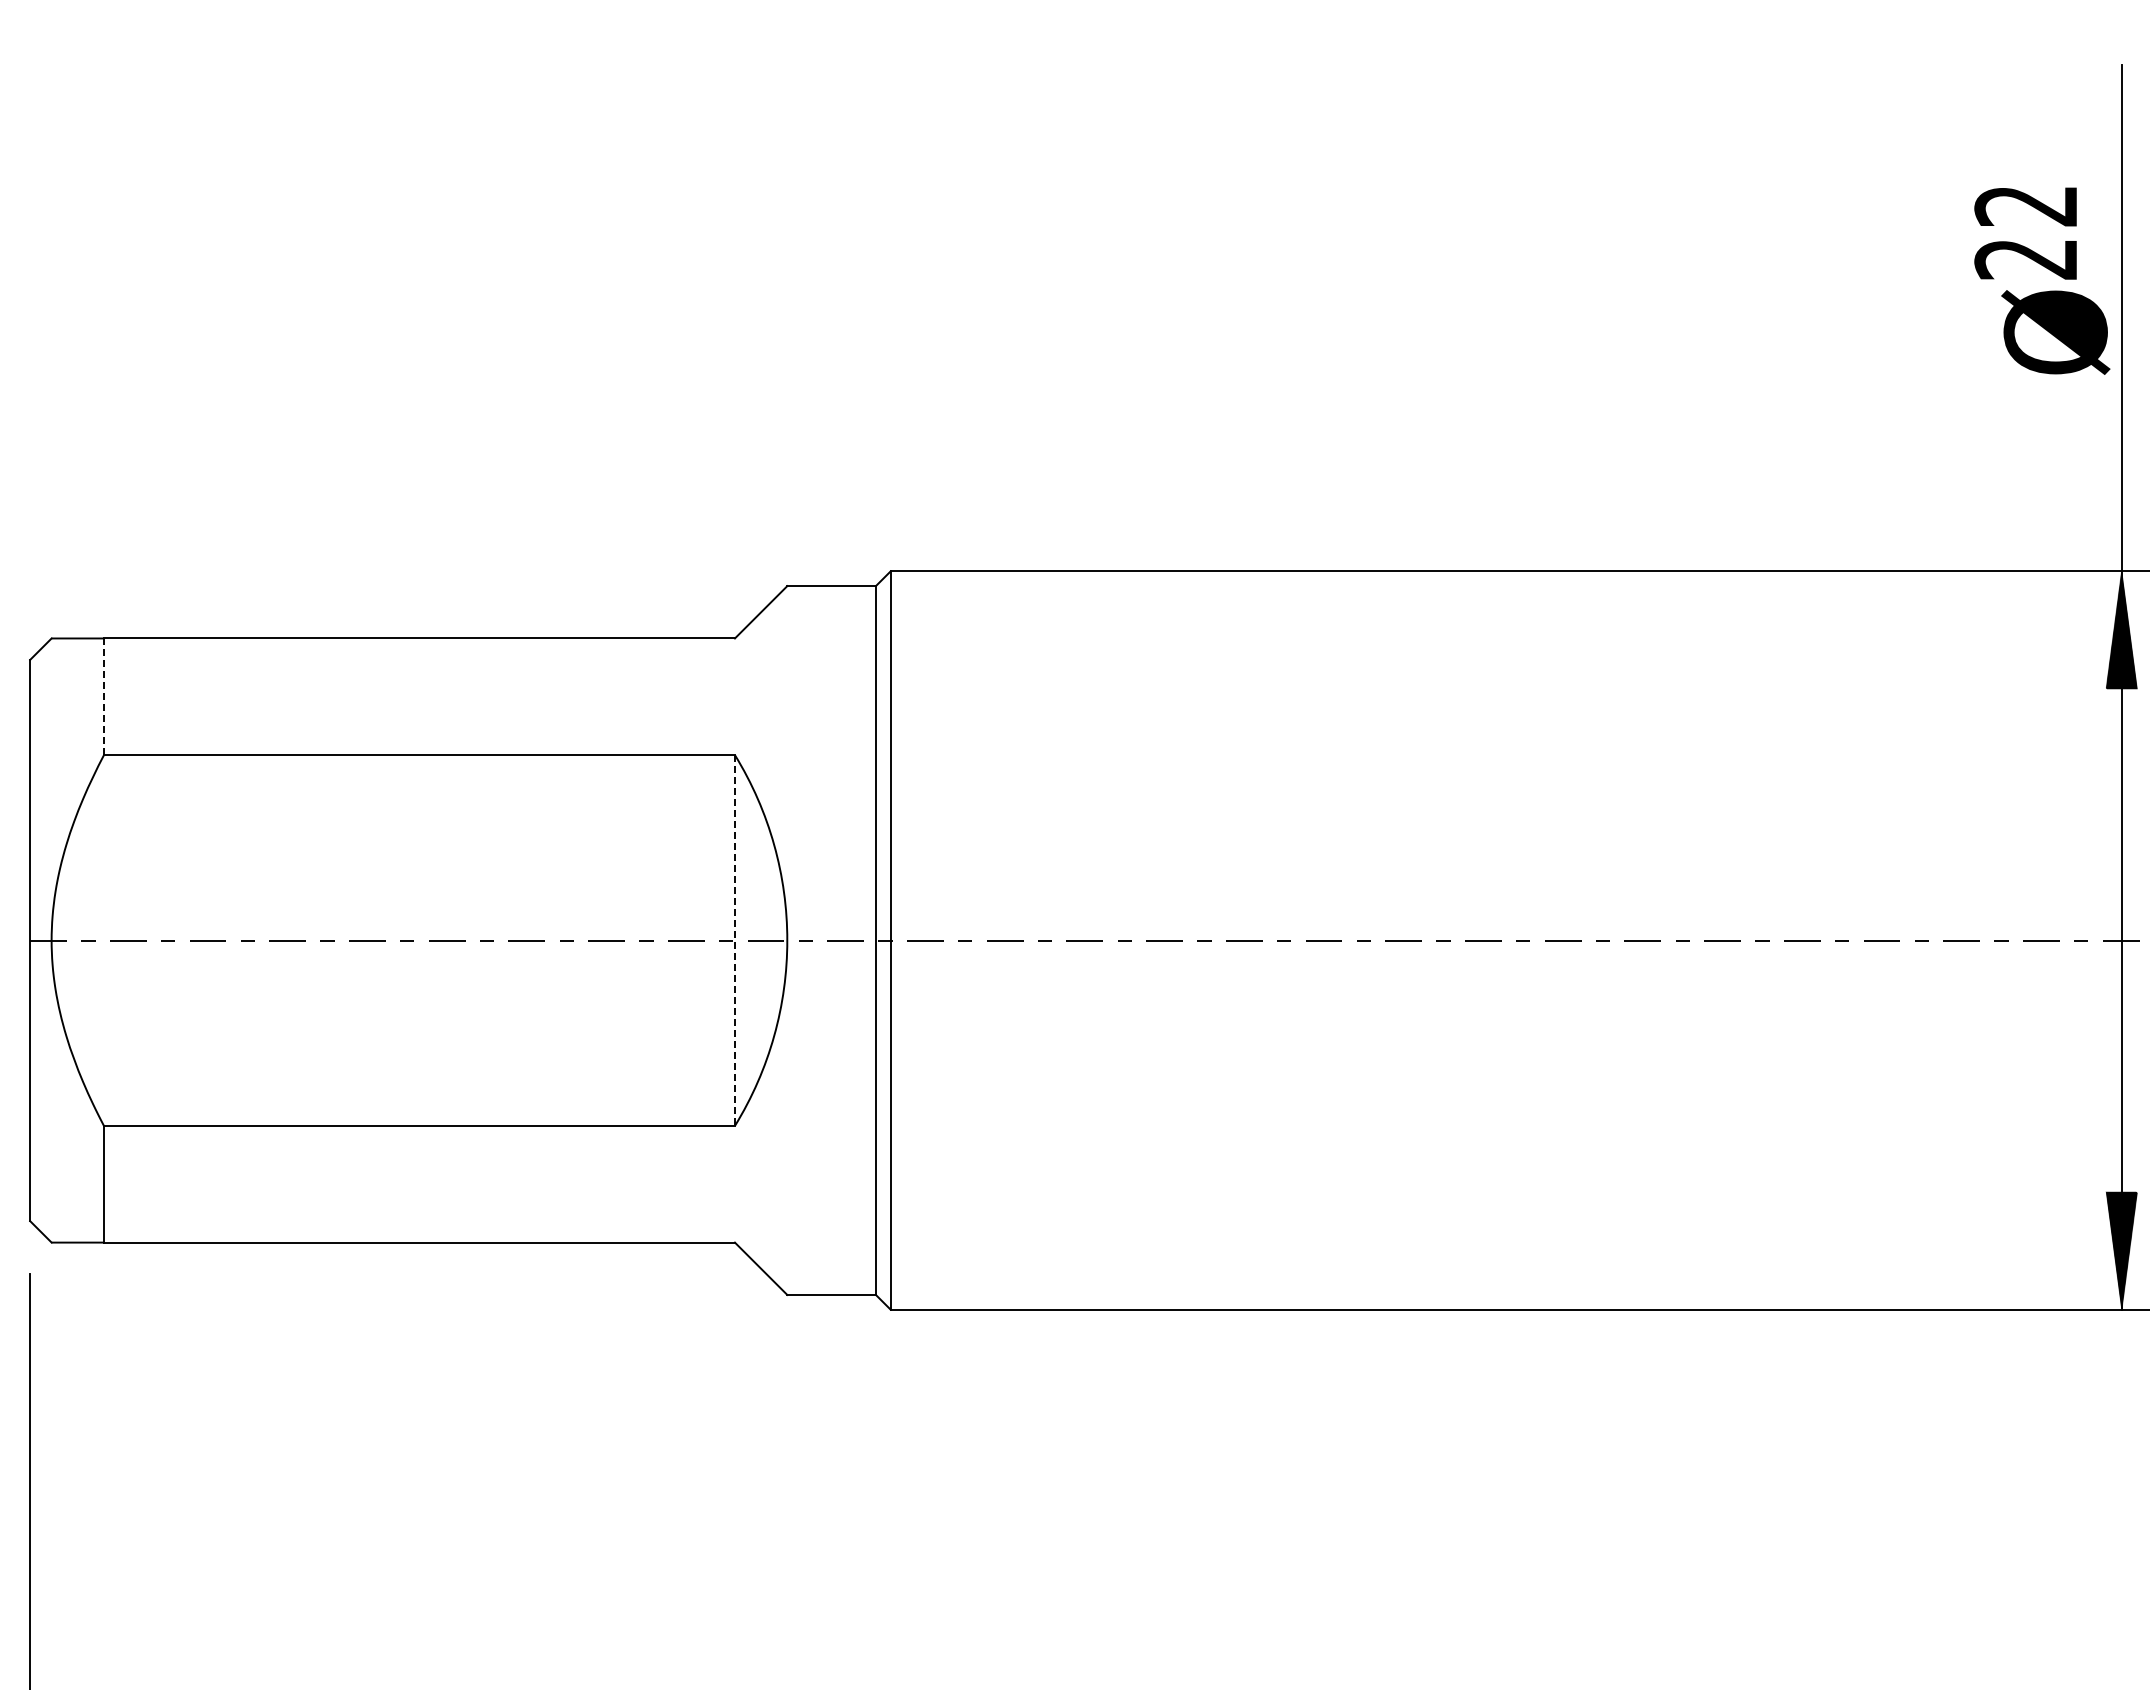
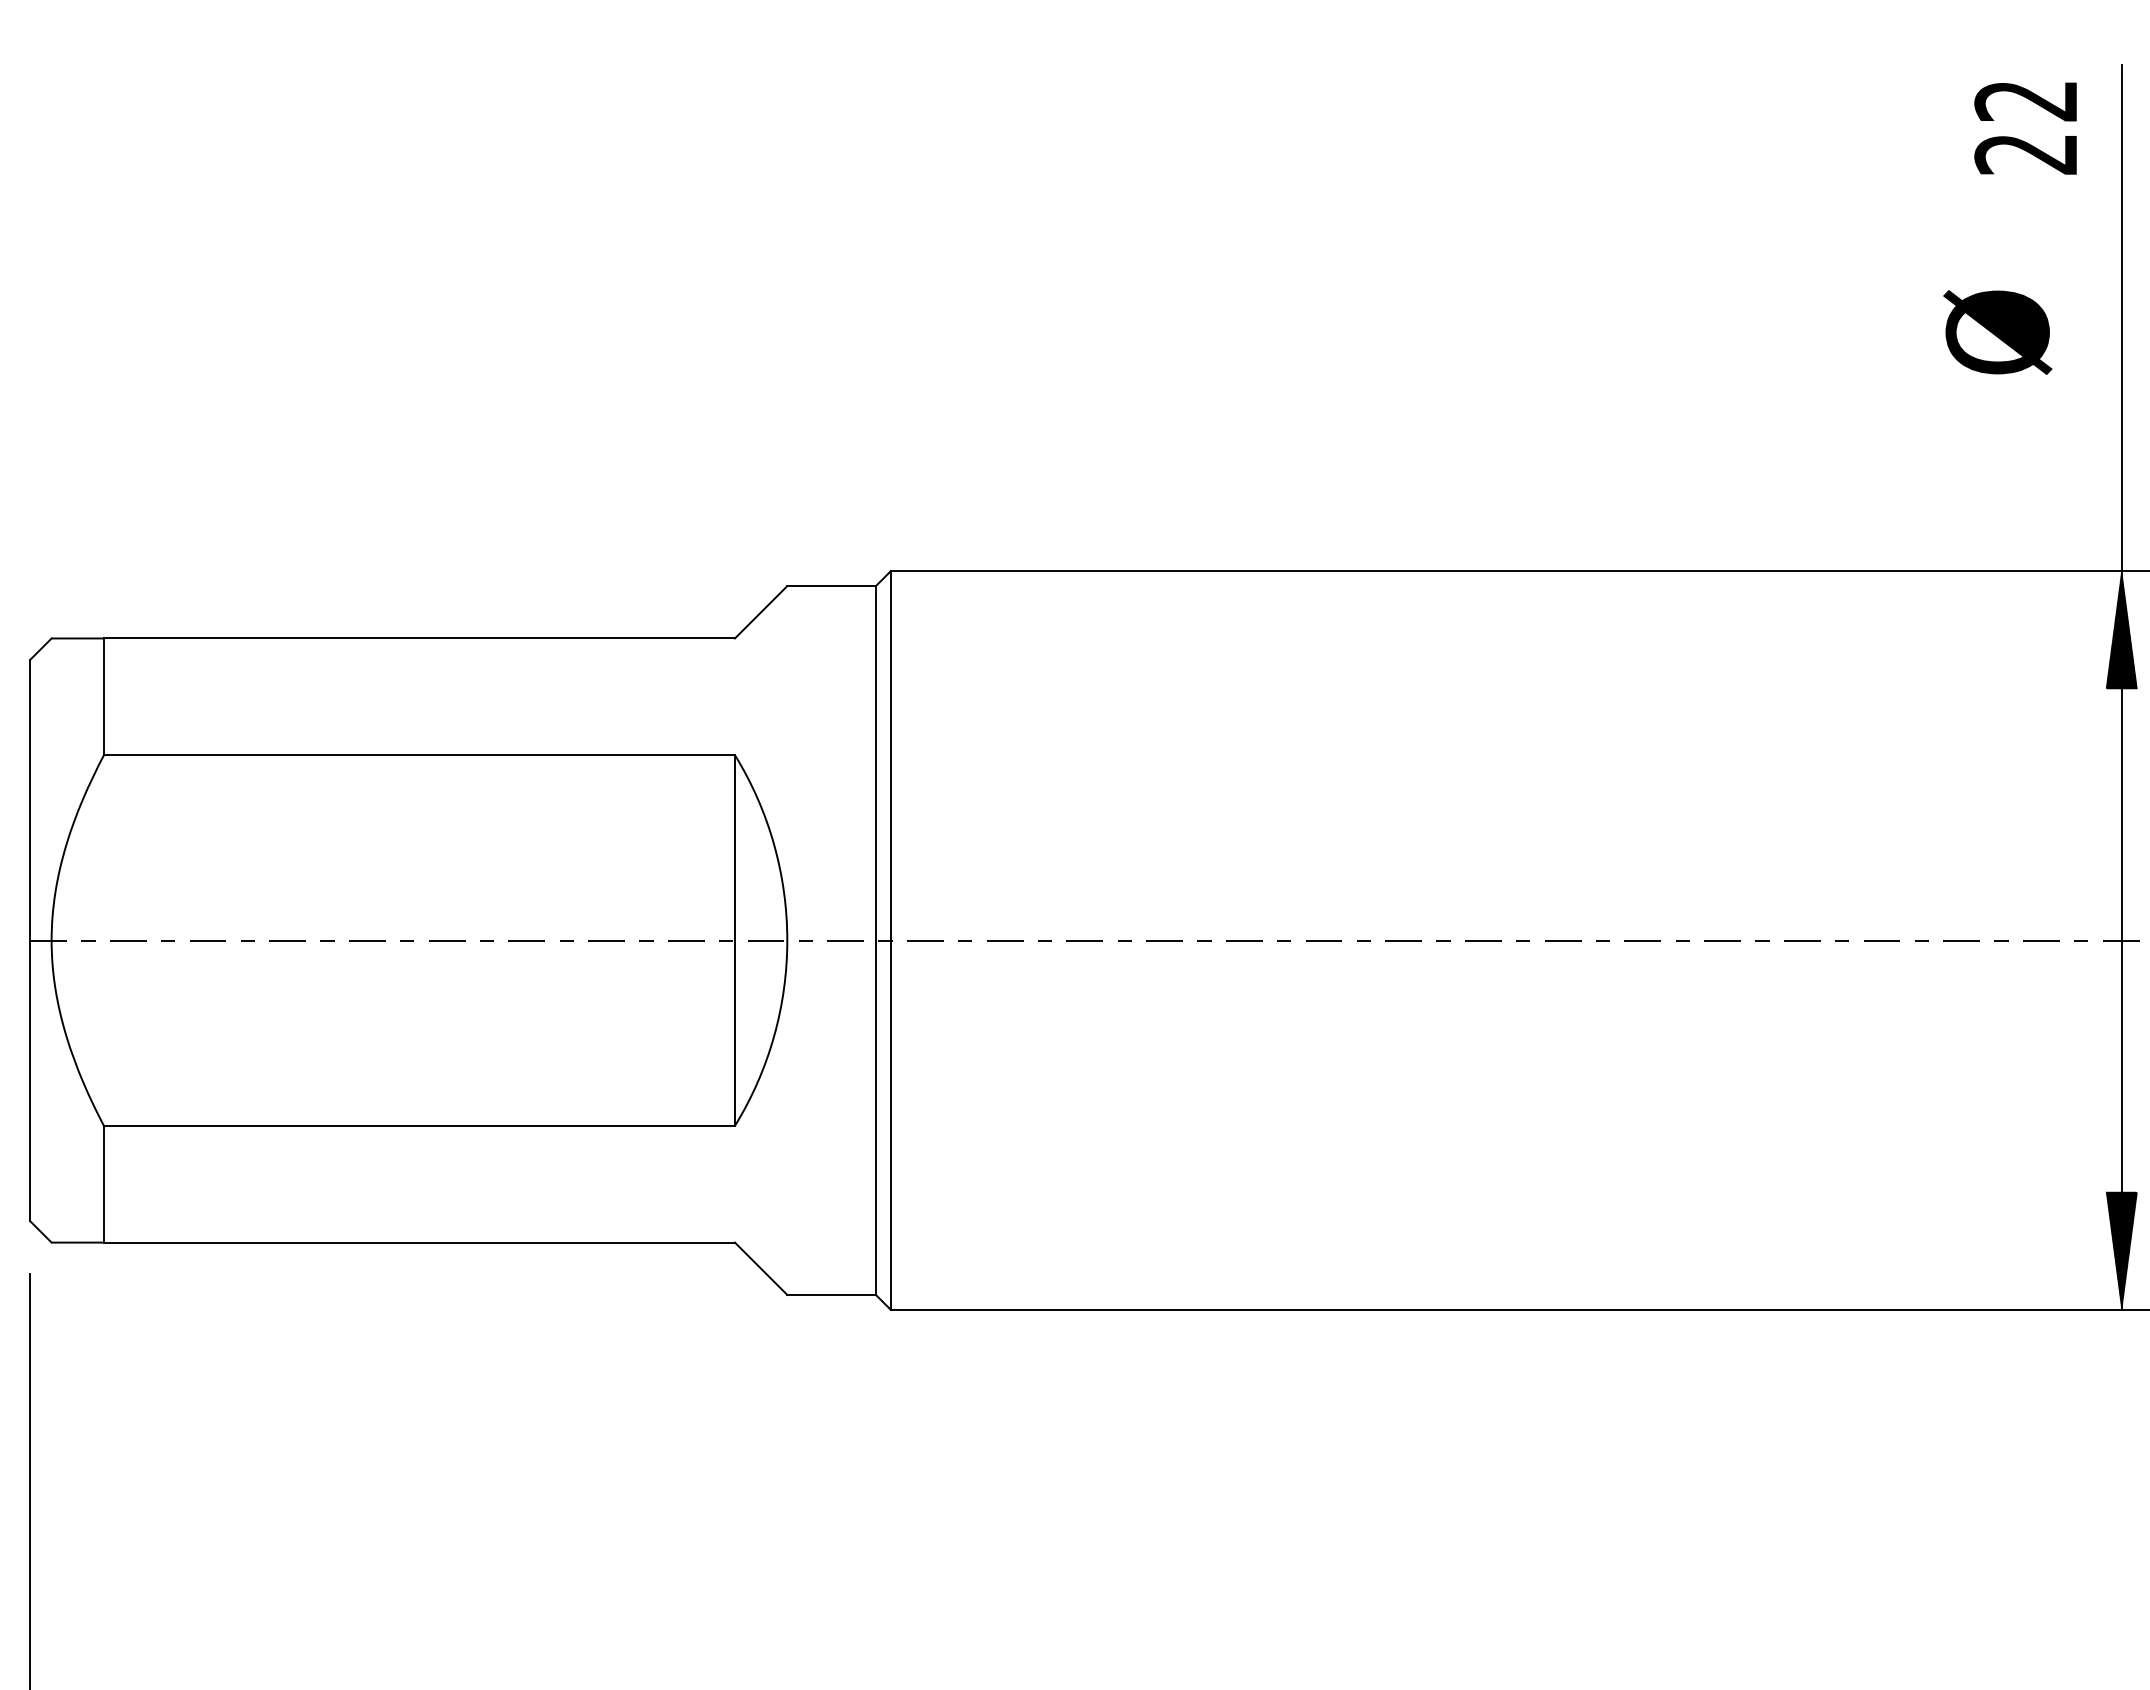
text at (2025, 233) position: (2025, 233) -> (2025, 128)
text at (2055, 332) position: (2055, 332) -> (1997, 332)
line at (103, 696): dashed -> solid
line at (734, 941): dashed -> solid
